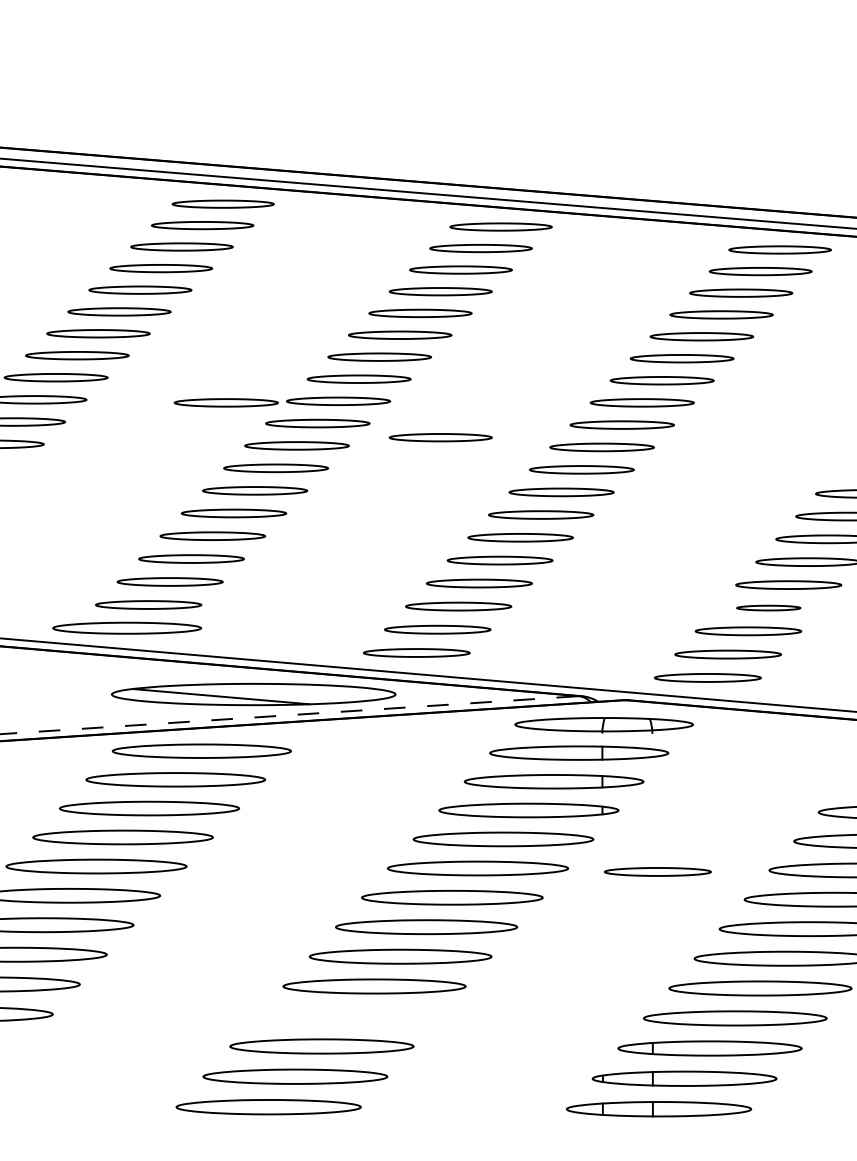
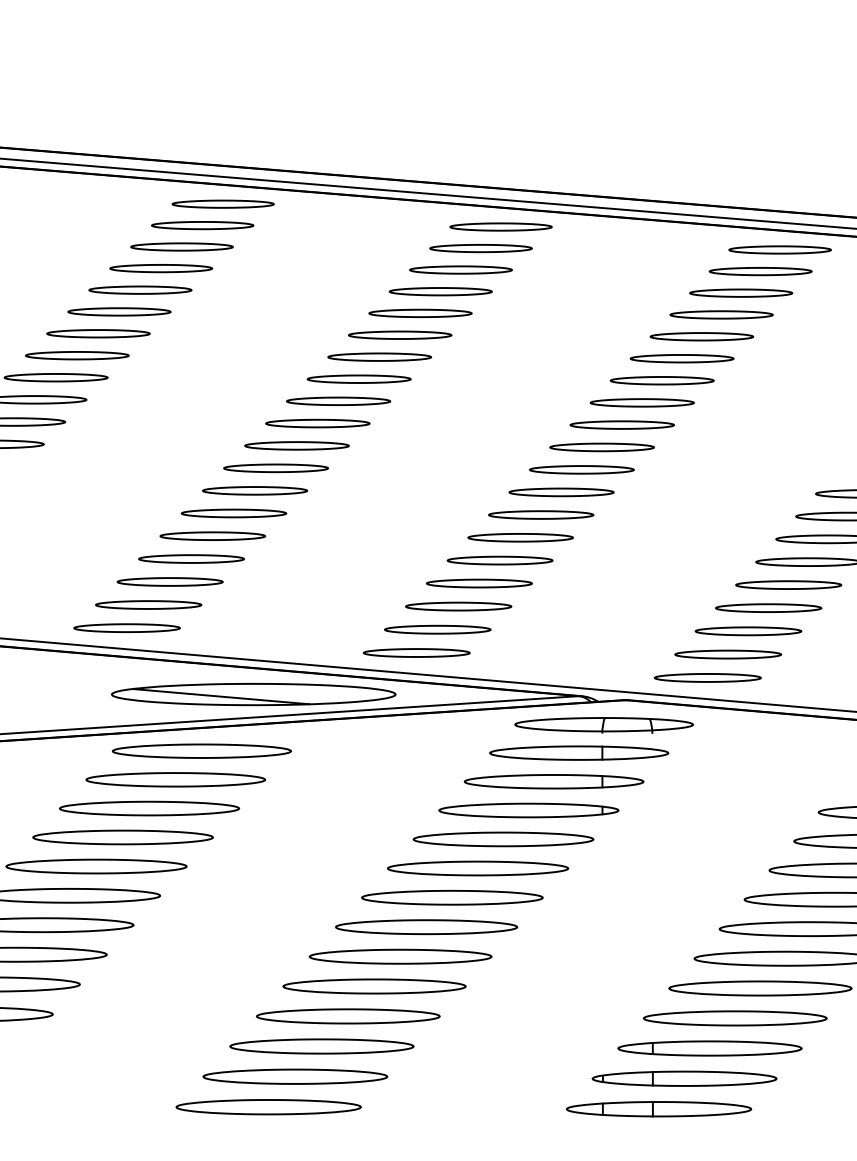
part at (225, 402): present -> none
part at (440, 437): present -> none
part at (768, 607) size: 66x8 px -> 108x10 px
part at (127, 627) size: 151x14 px -> 108x10 px
line at (289, 715): dashed -> solid
part at (657, 871): present -> none
part at (348, 1016): none -> present
